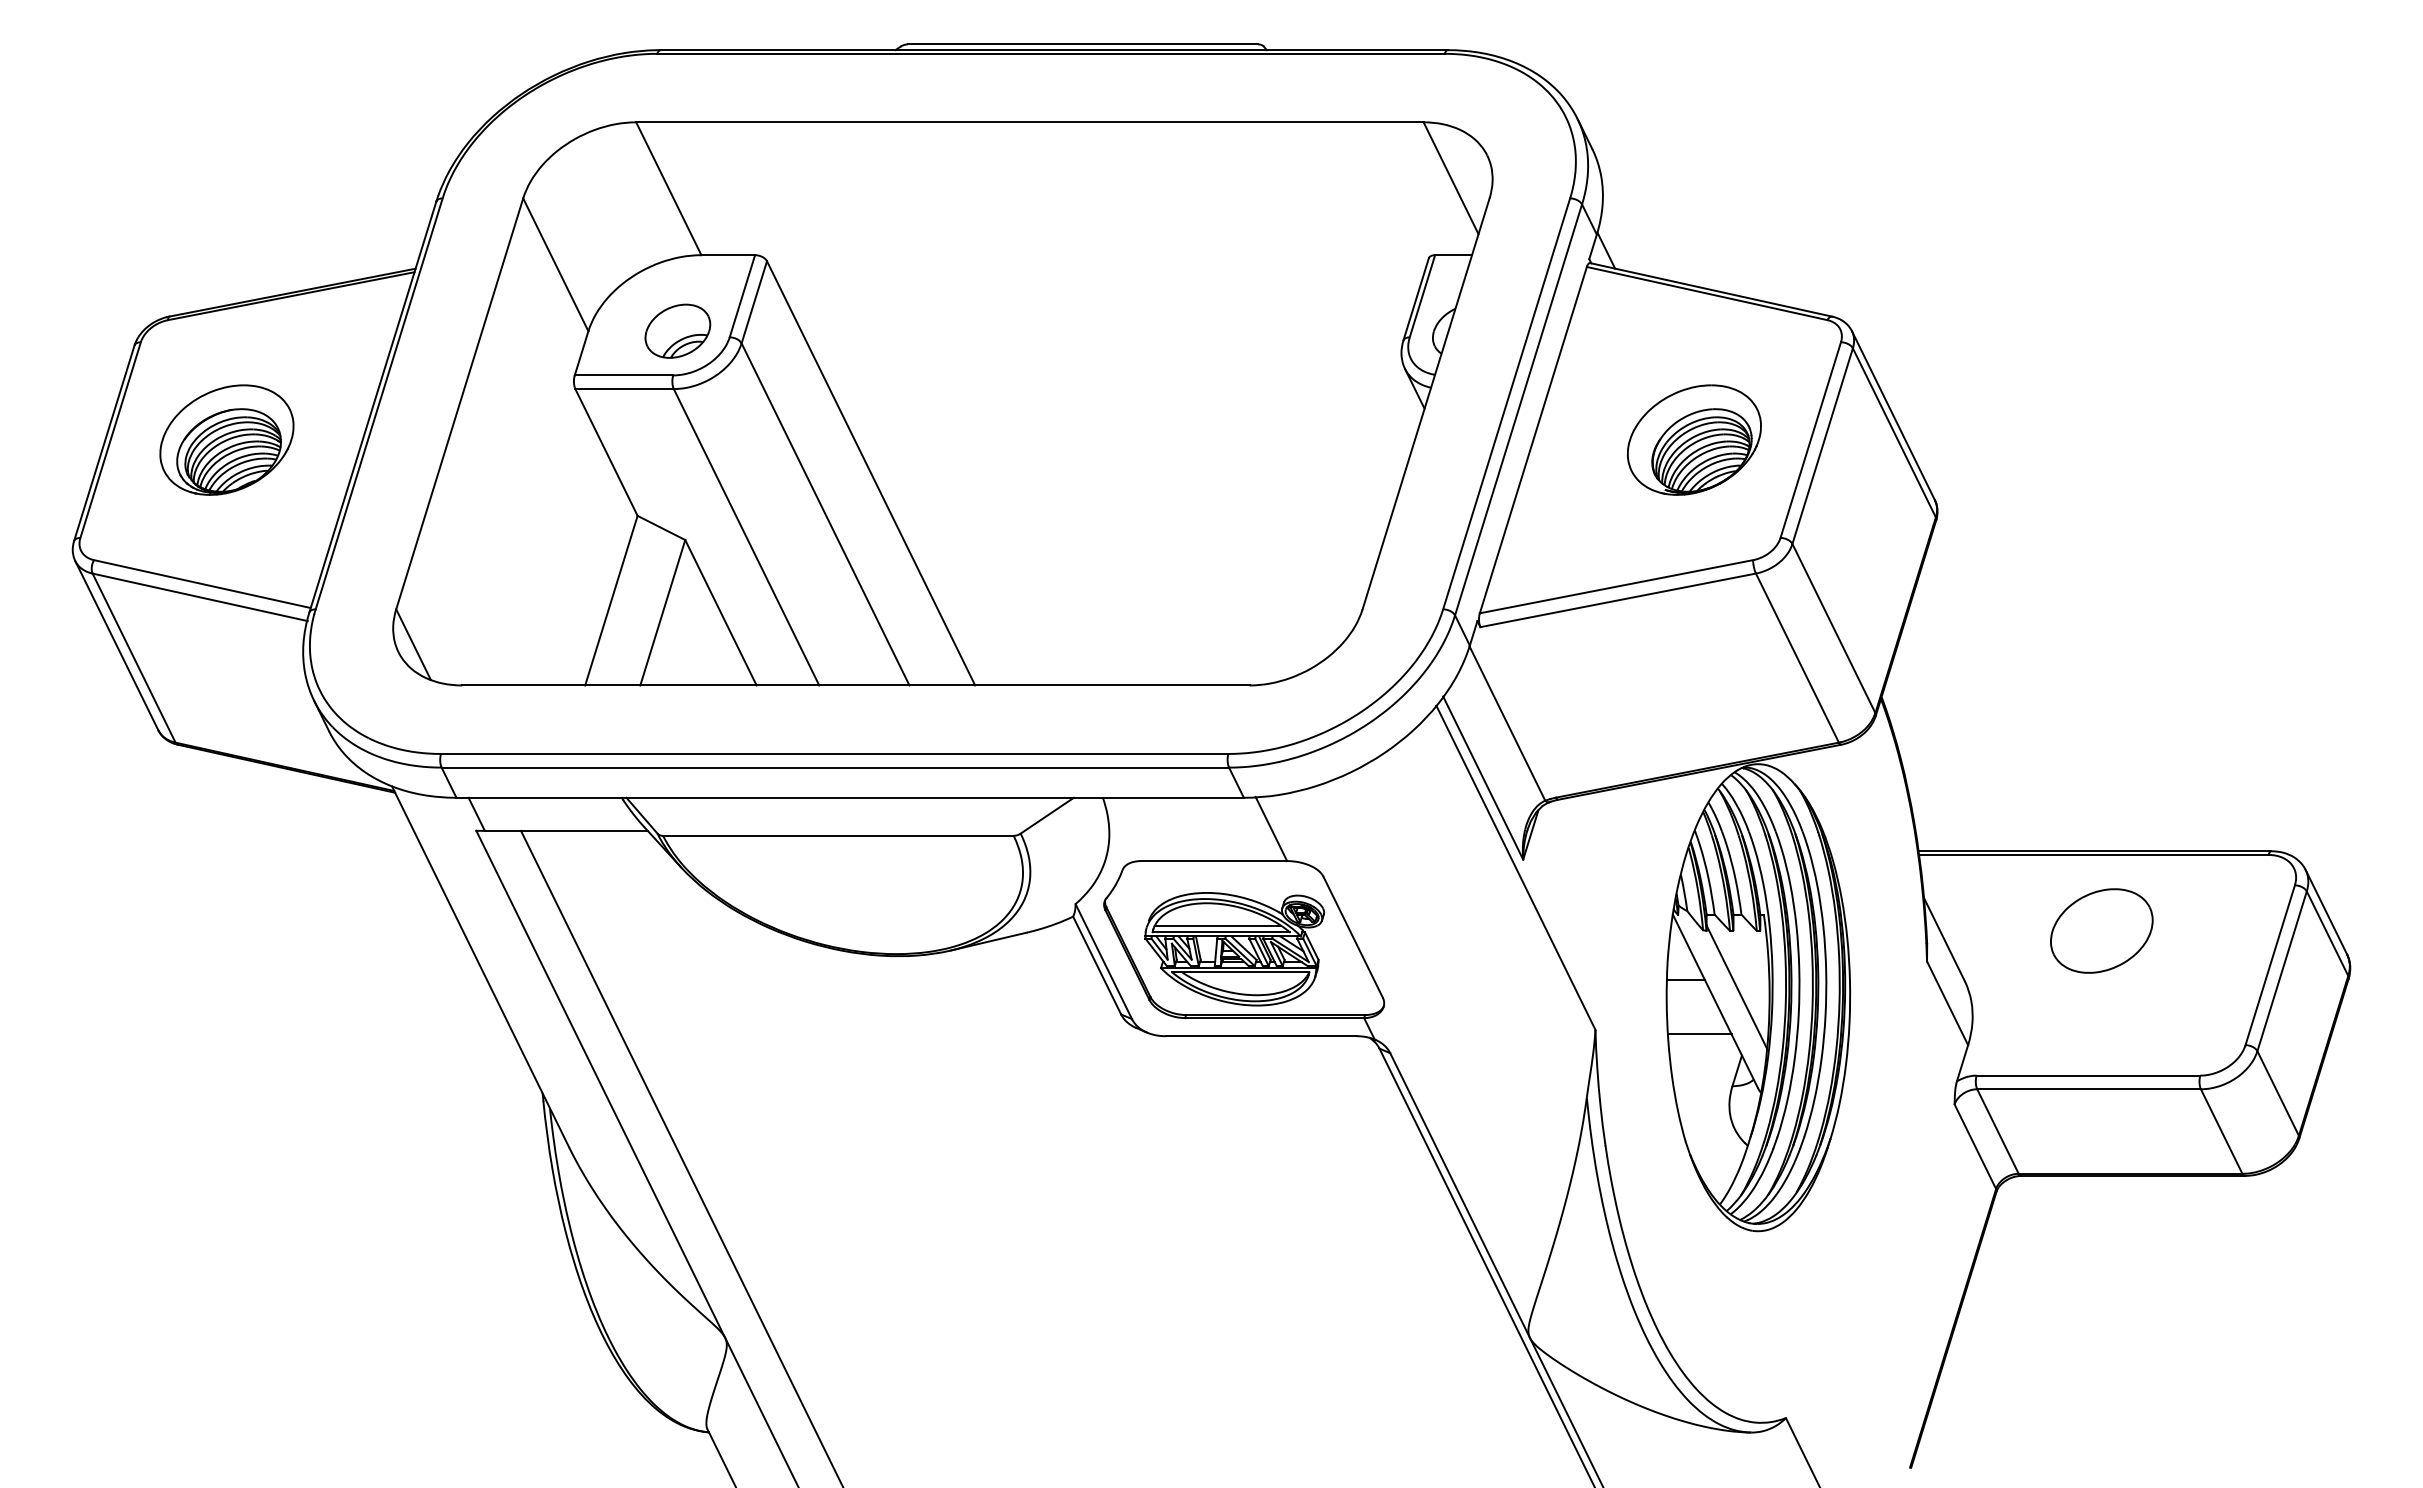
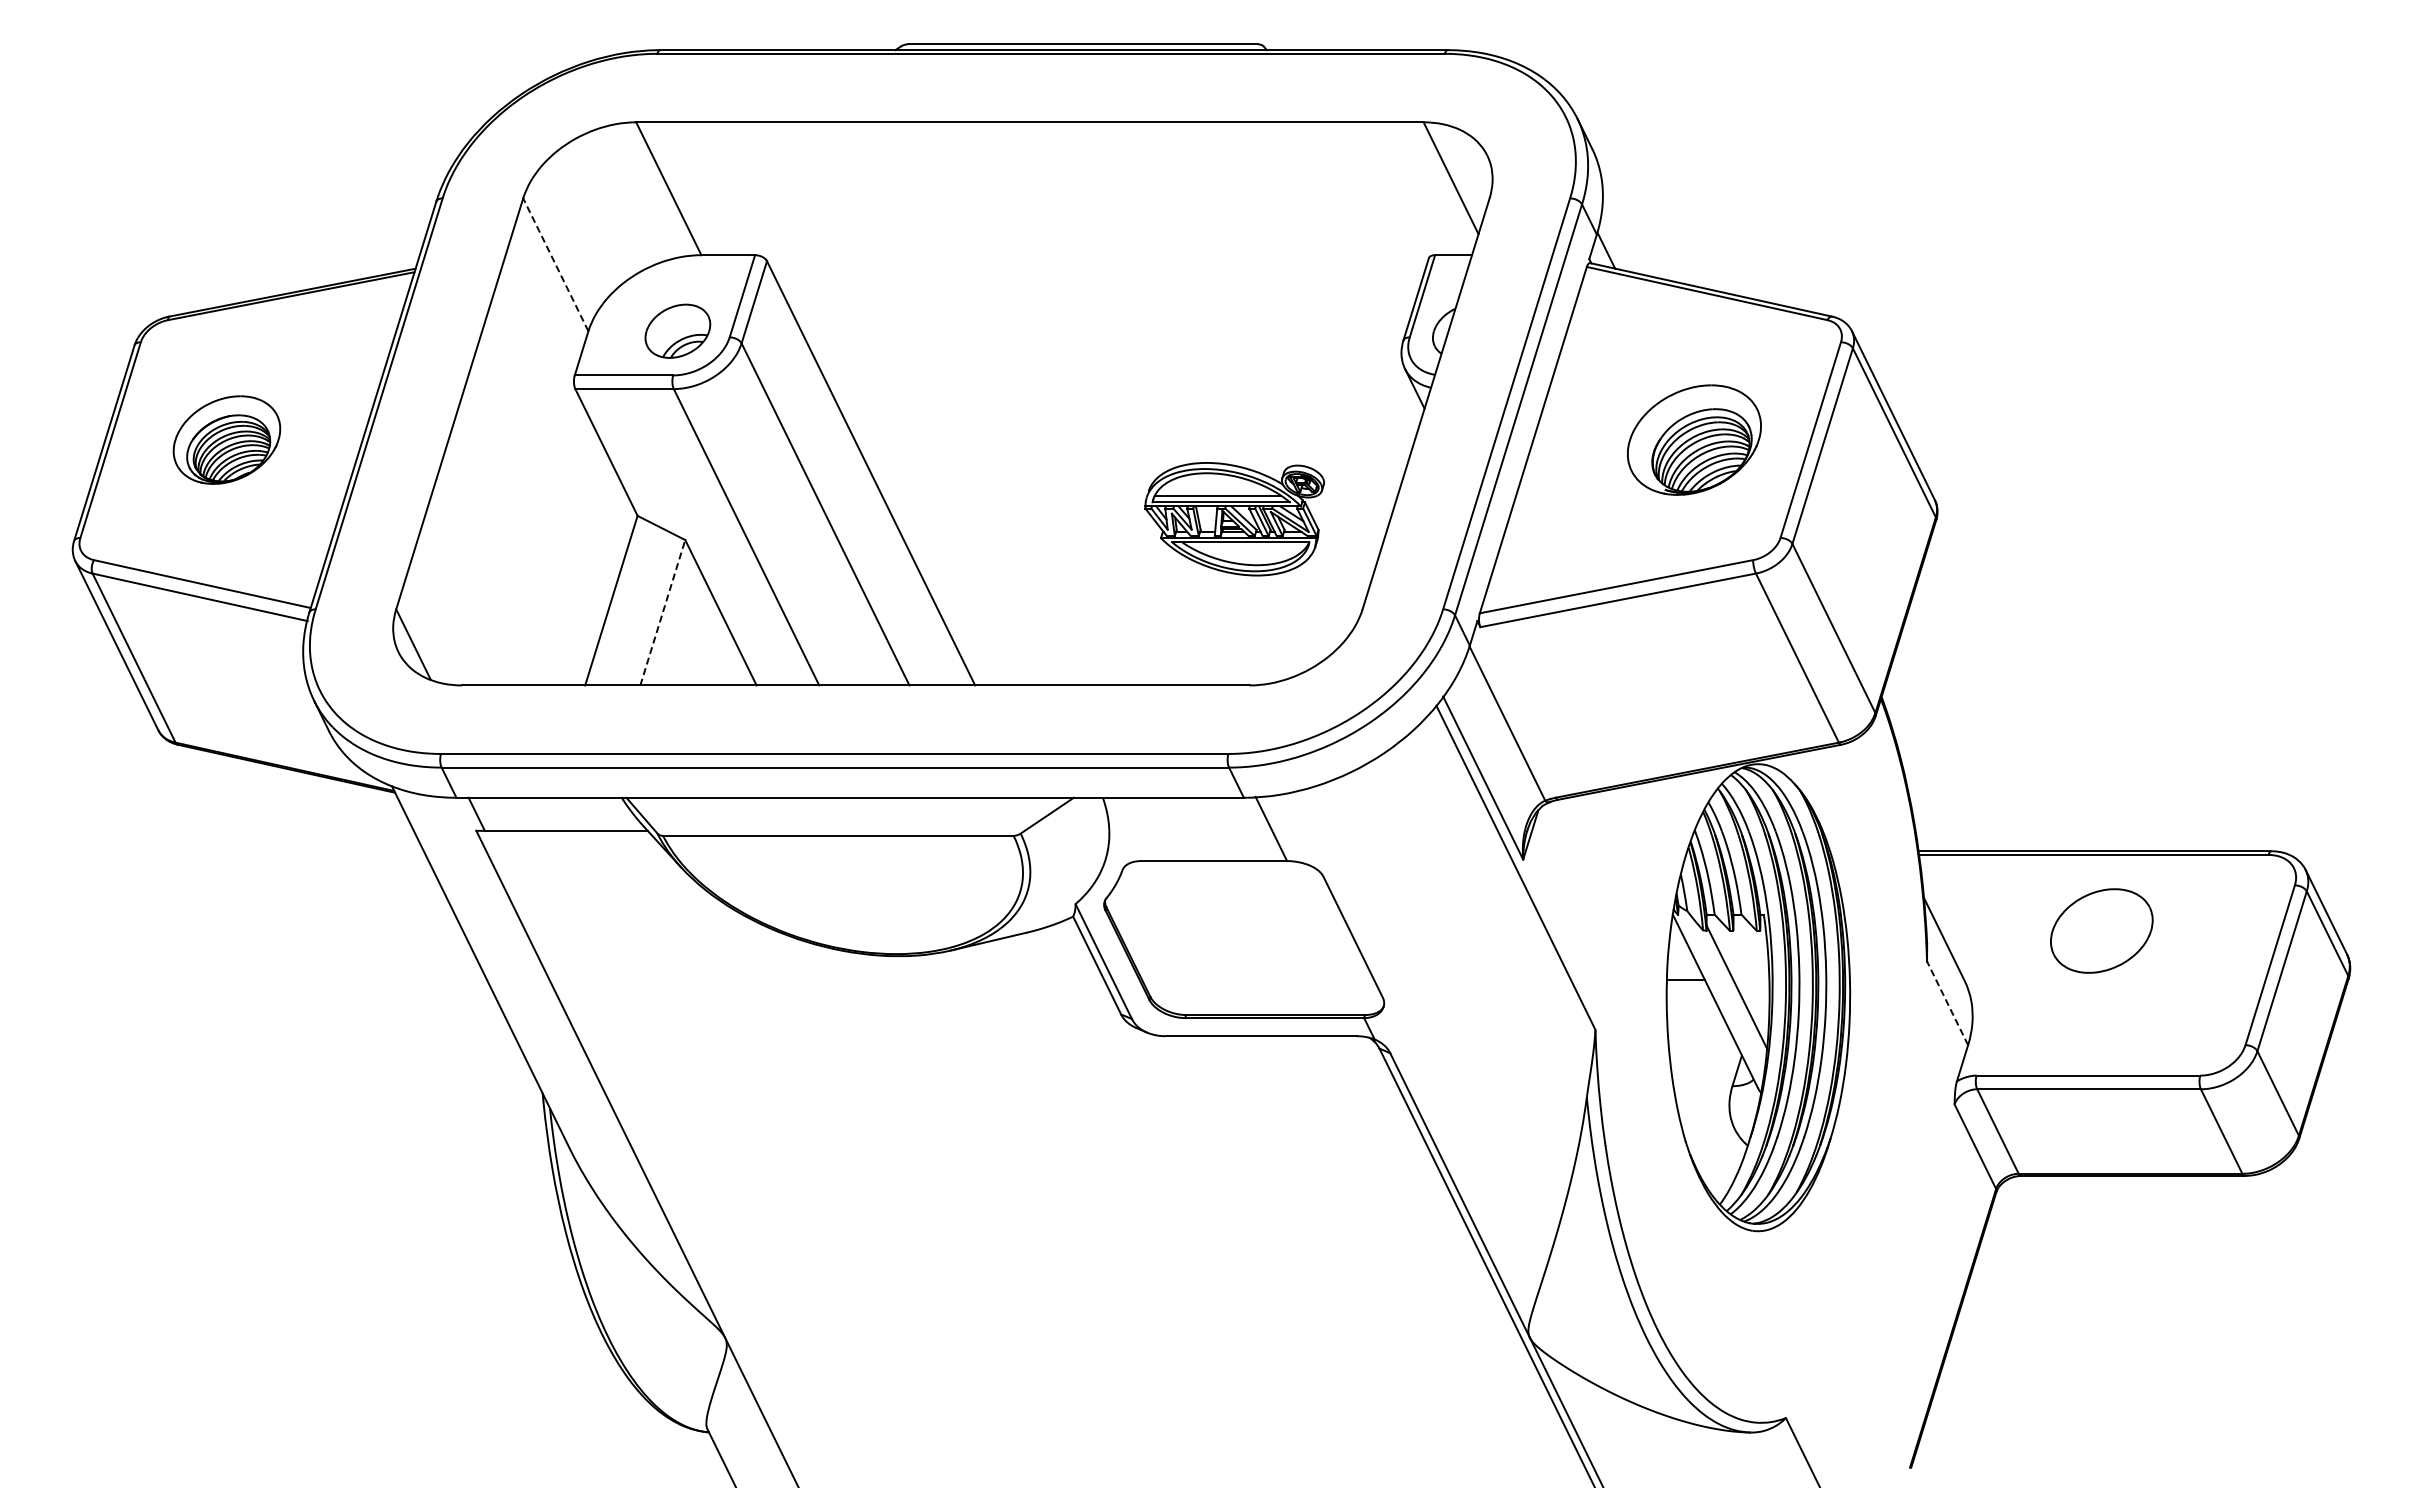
line at (555, 264): solid -> dashed
part at (226, 439) size: 136x112 px -> 110x90 px
line at (662, 612): solid -> dashed
part at (1234, 949) position: (1234, 949) -> (1234, 519)
line at (1947, 1003): solid -> dashed
line at (1699, 1034): present -> none
line at (681, 1157): present -> none
